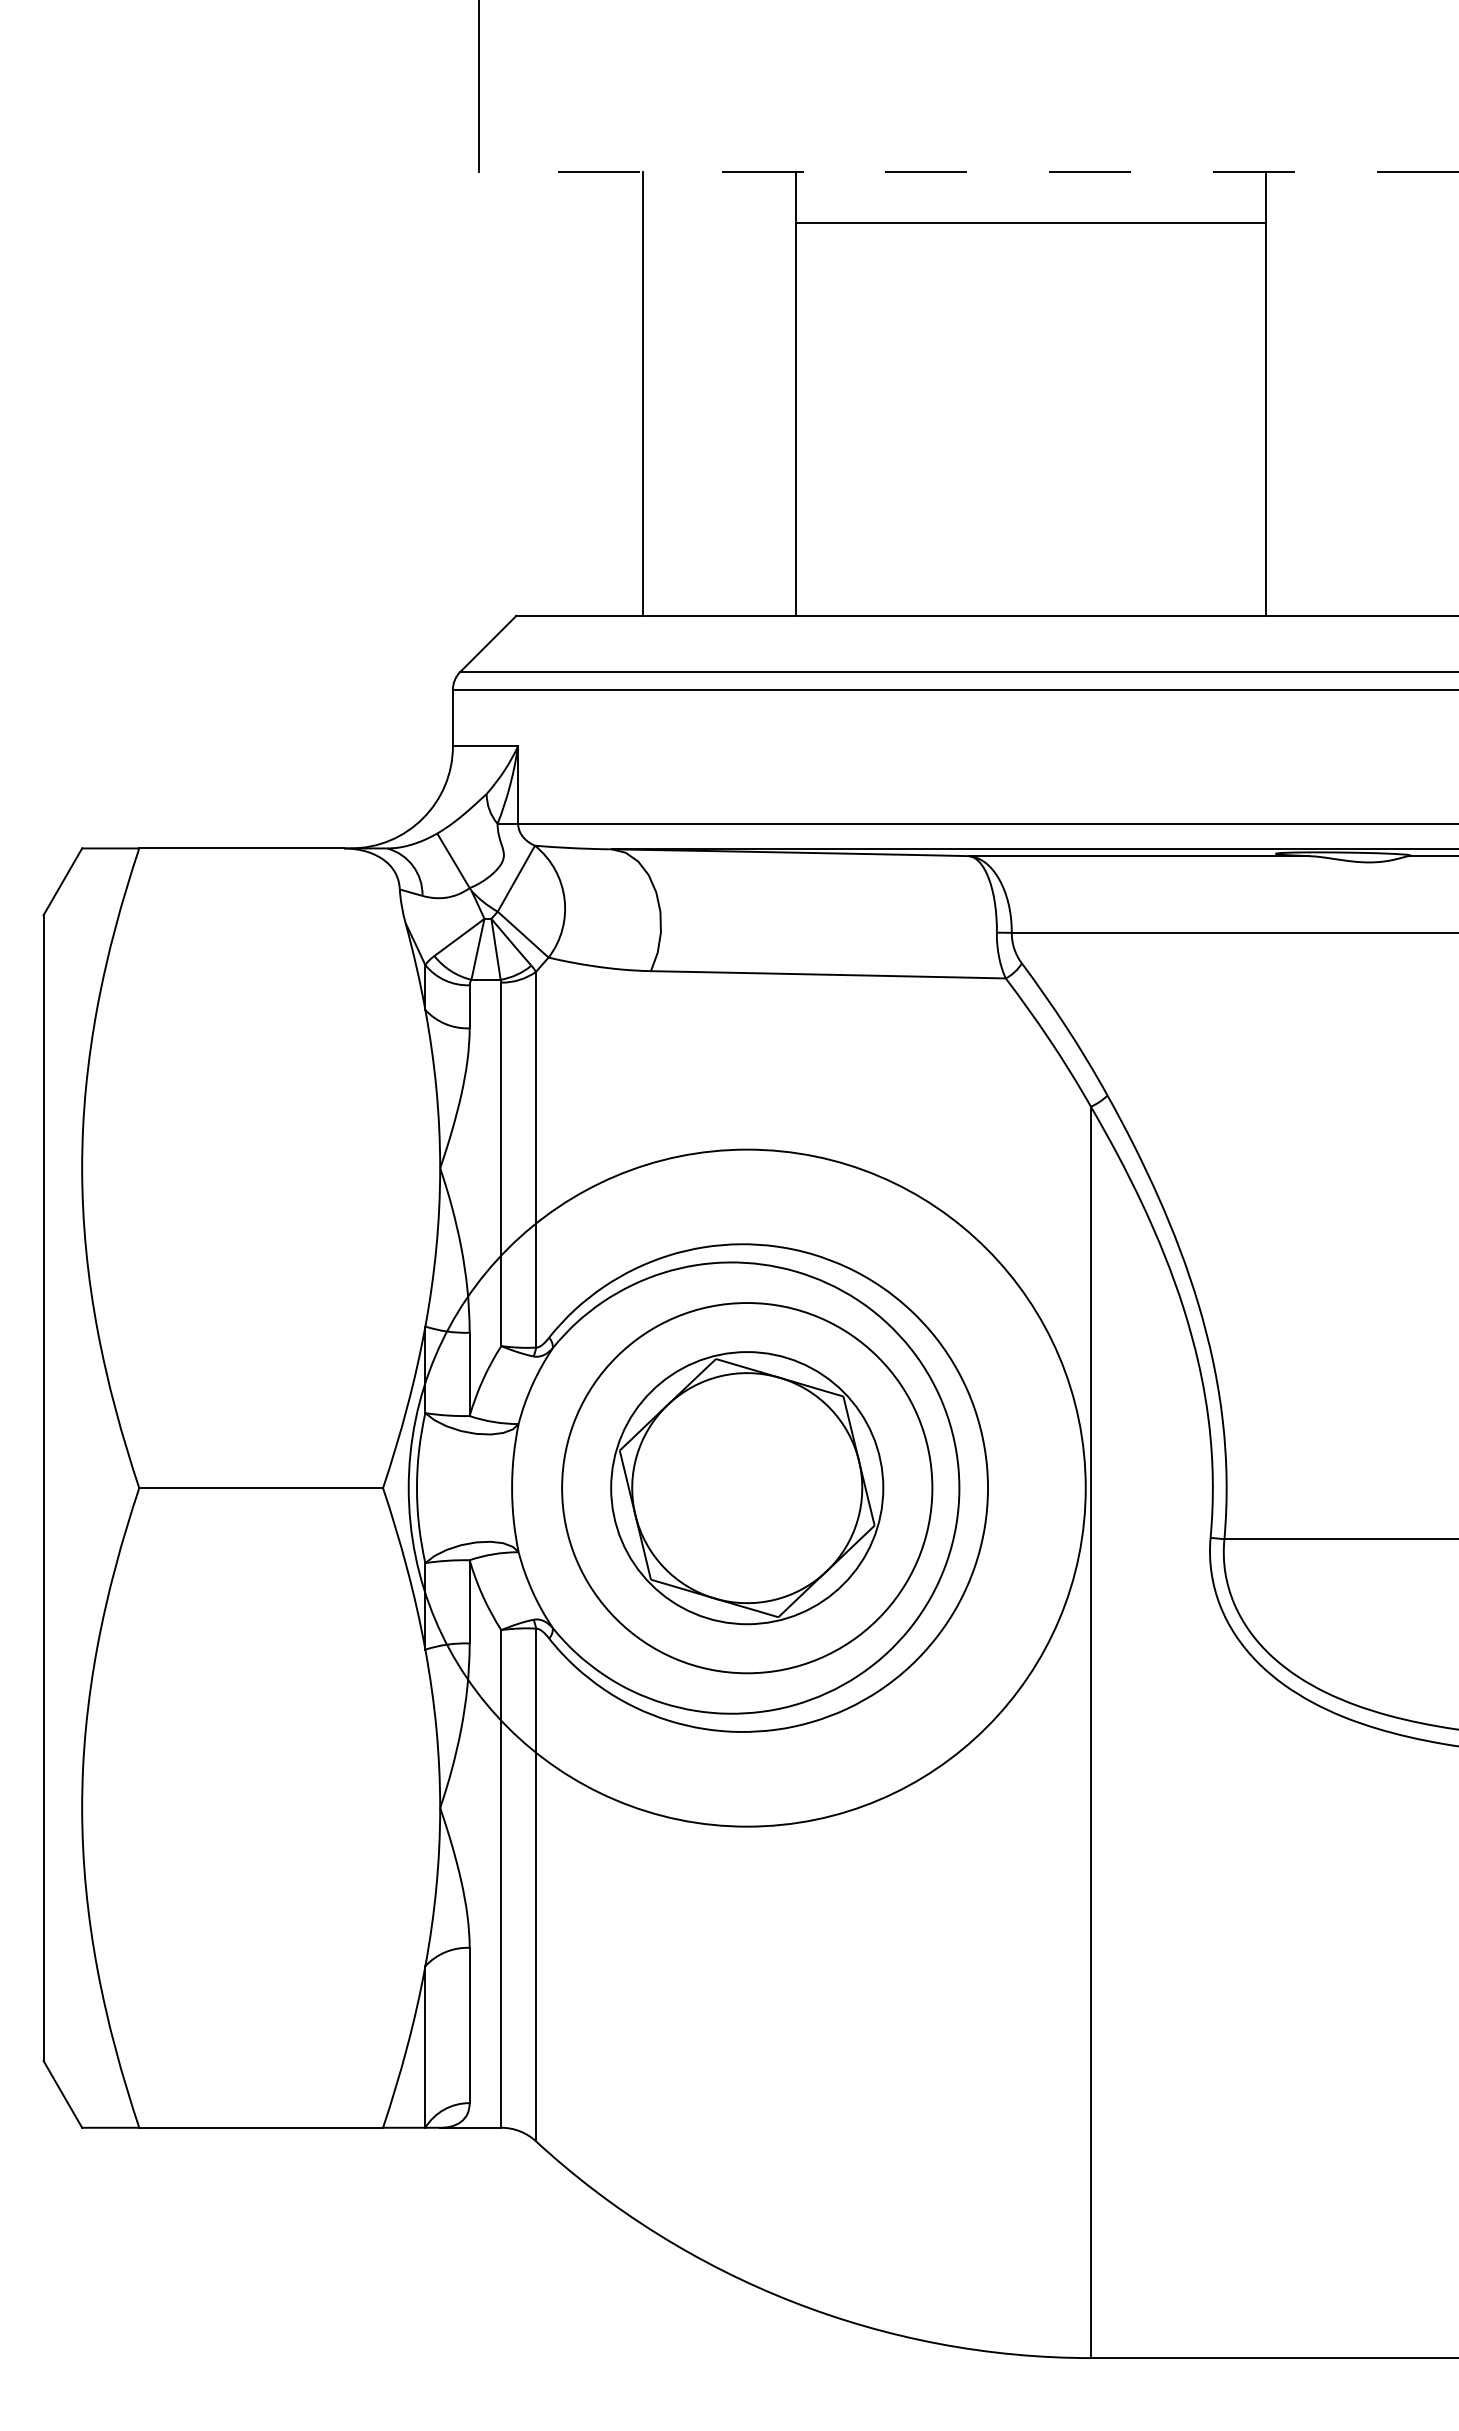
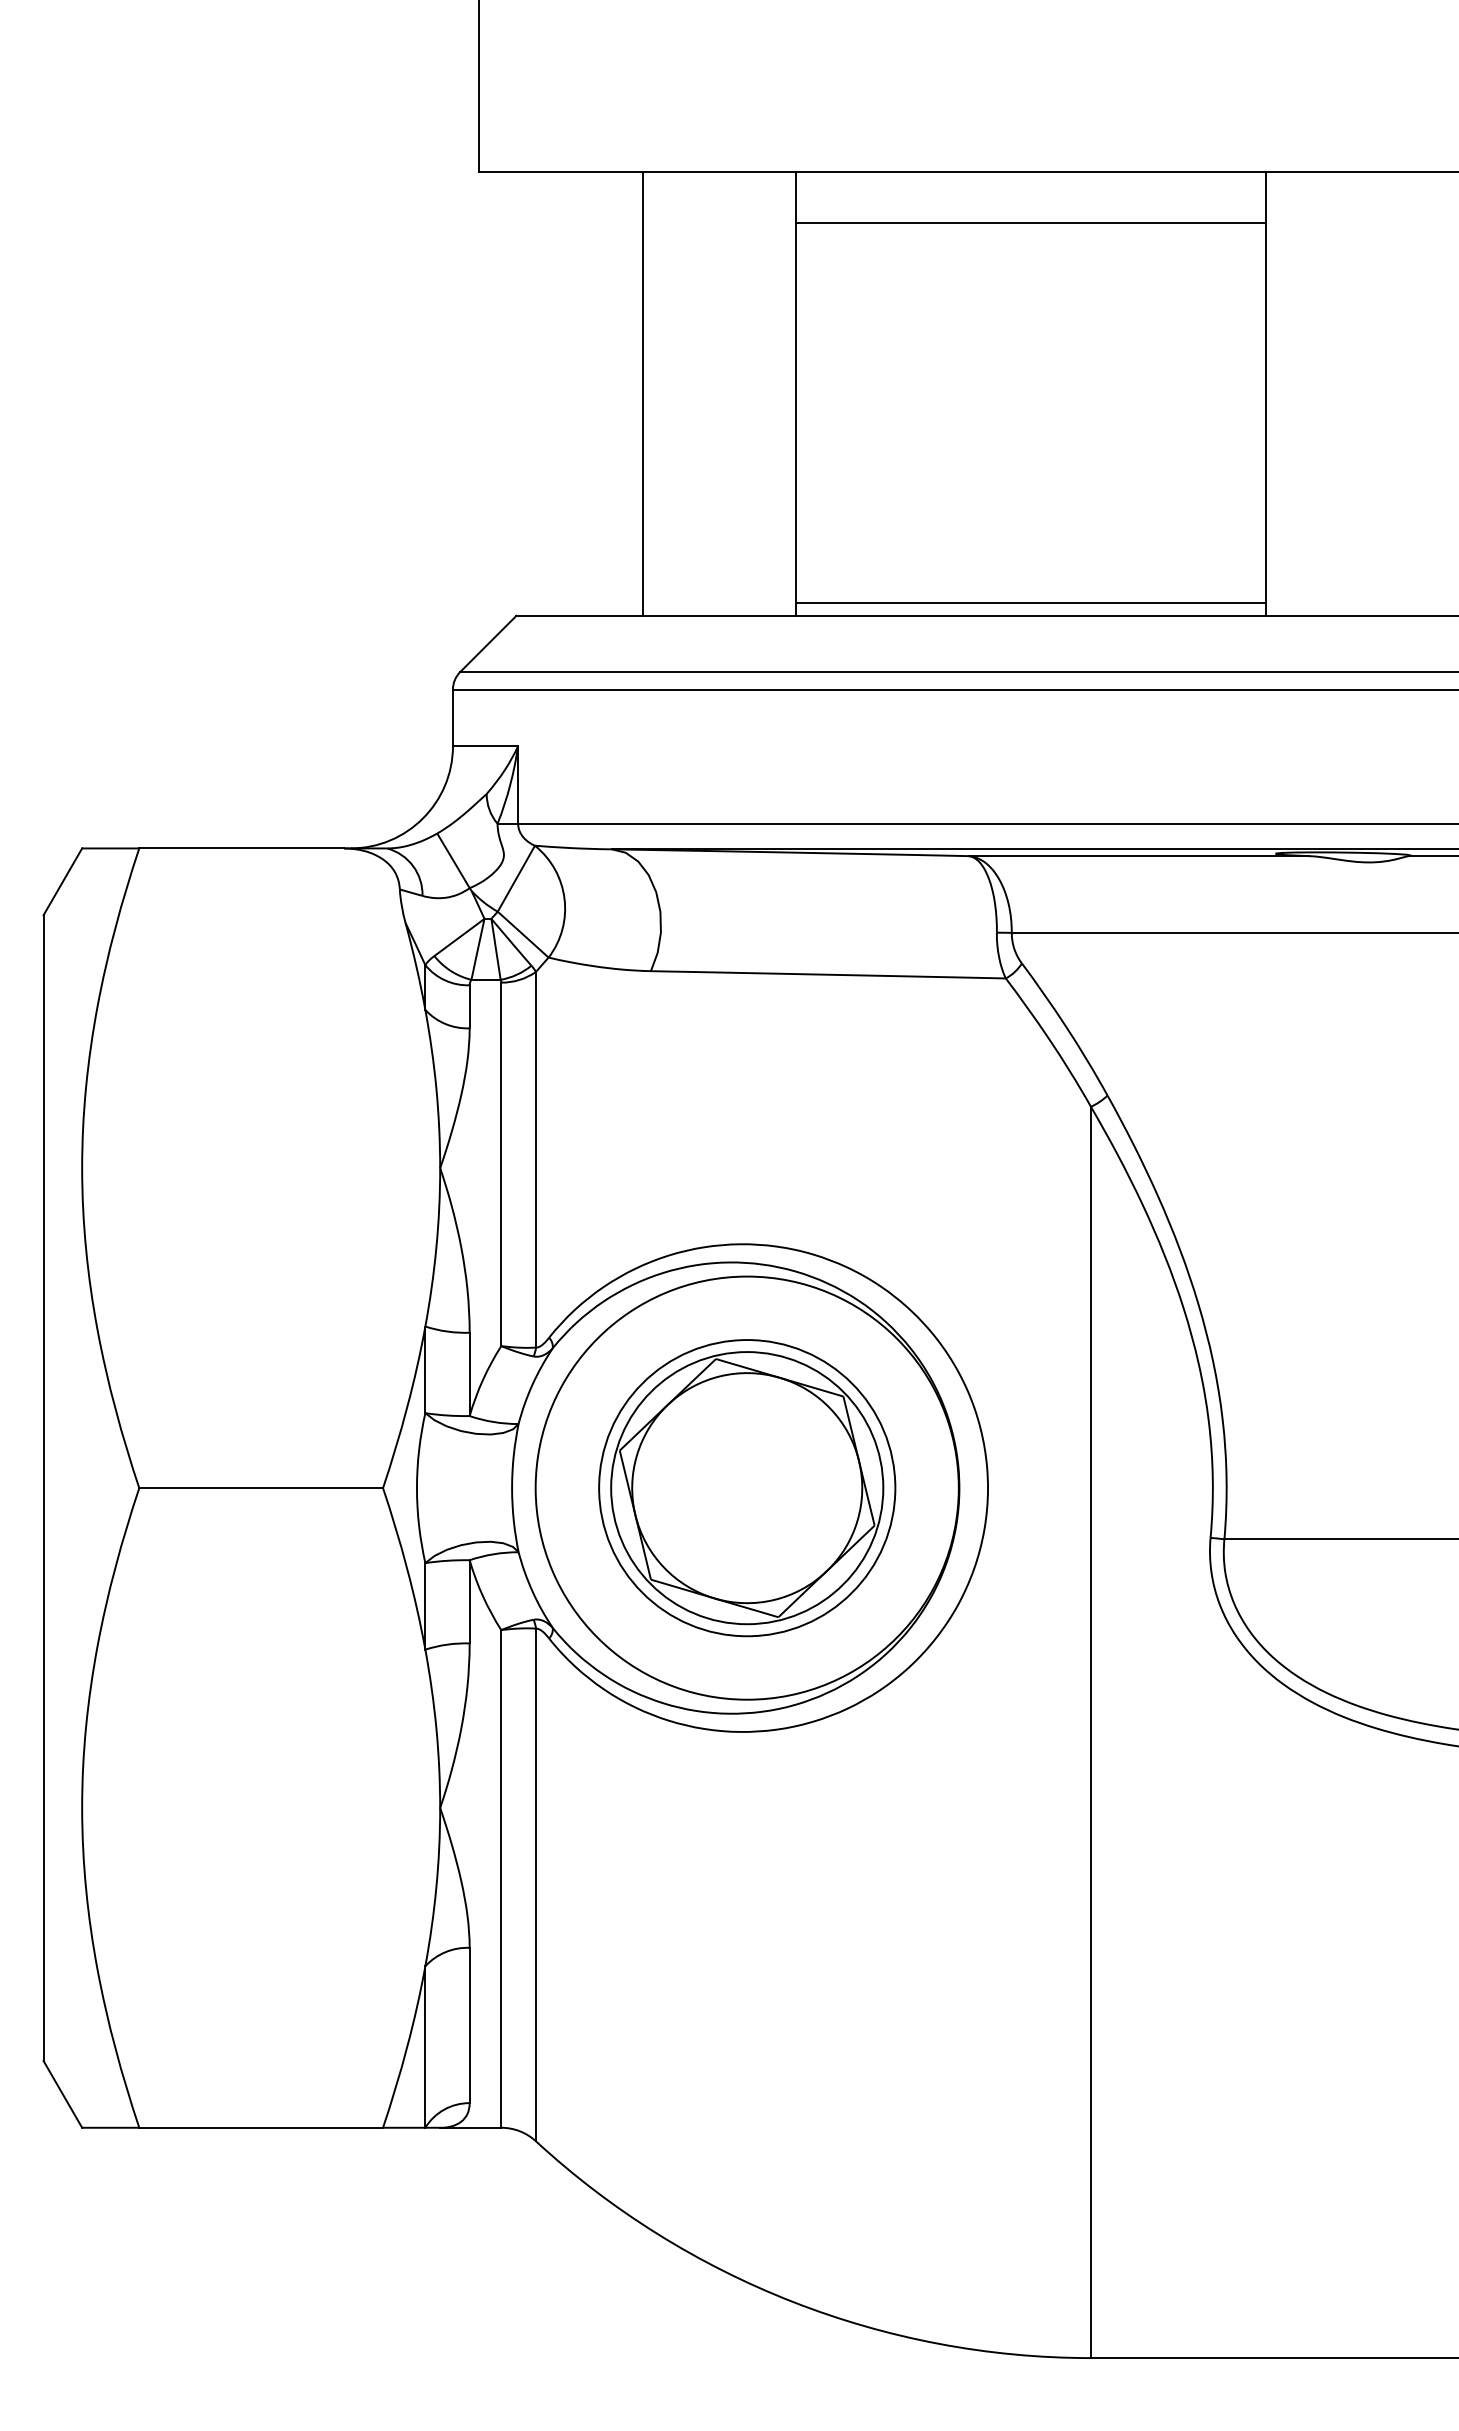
line at (968, 172): dashed -> solid
line at (1031, 603): none -> present
circle at (746, 1487) diameter: 677 px -> 423 px
circle at (747, 1488) diameter: 370 px -> 296 px
